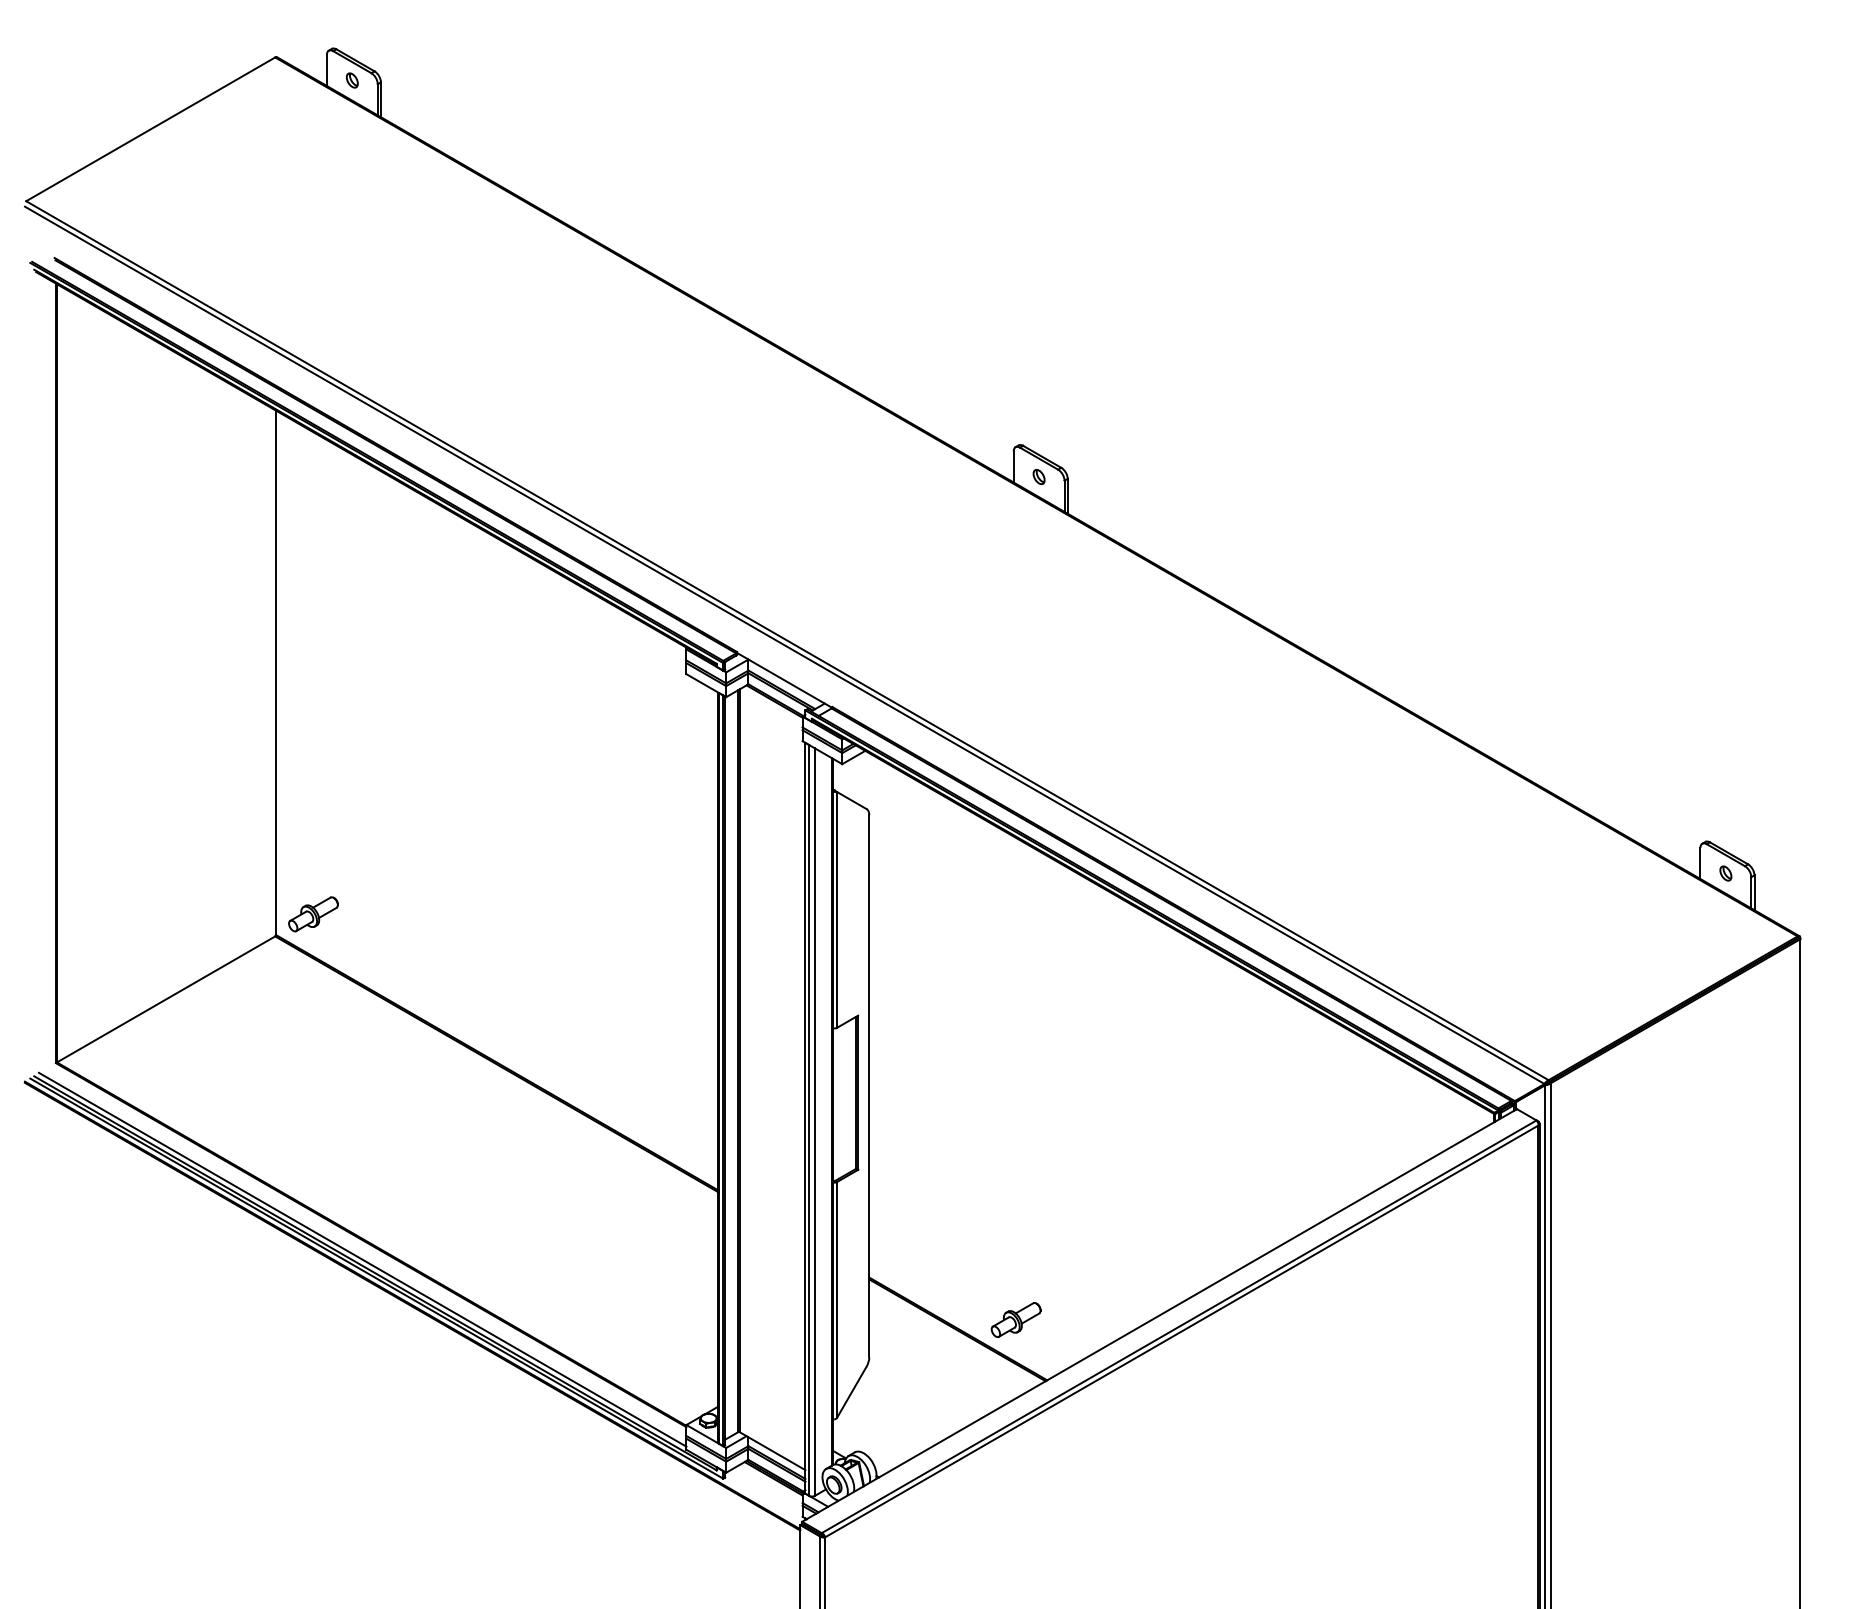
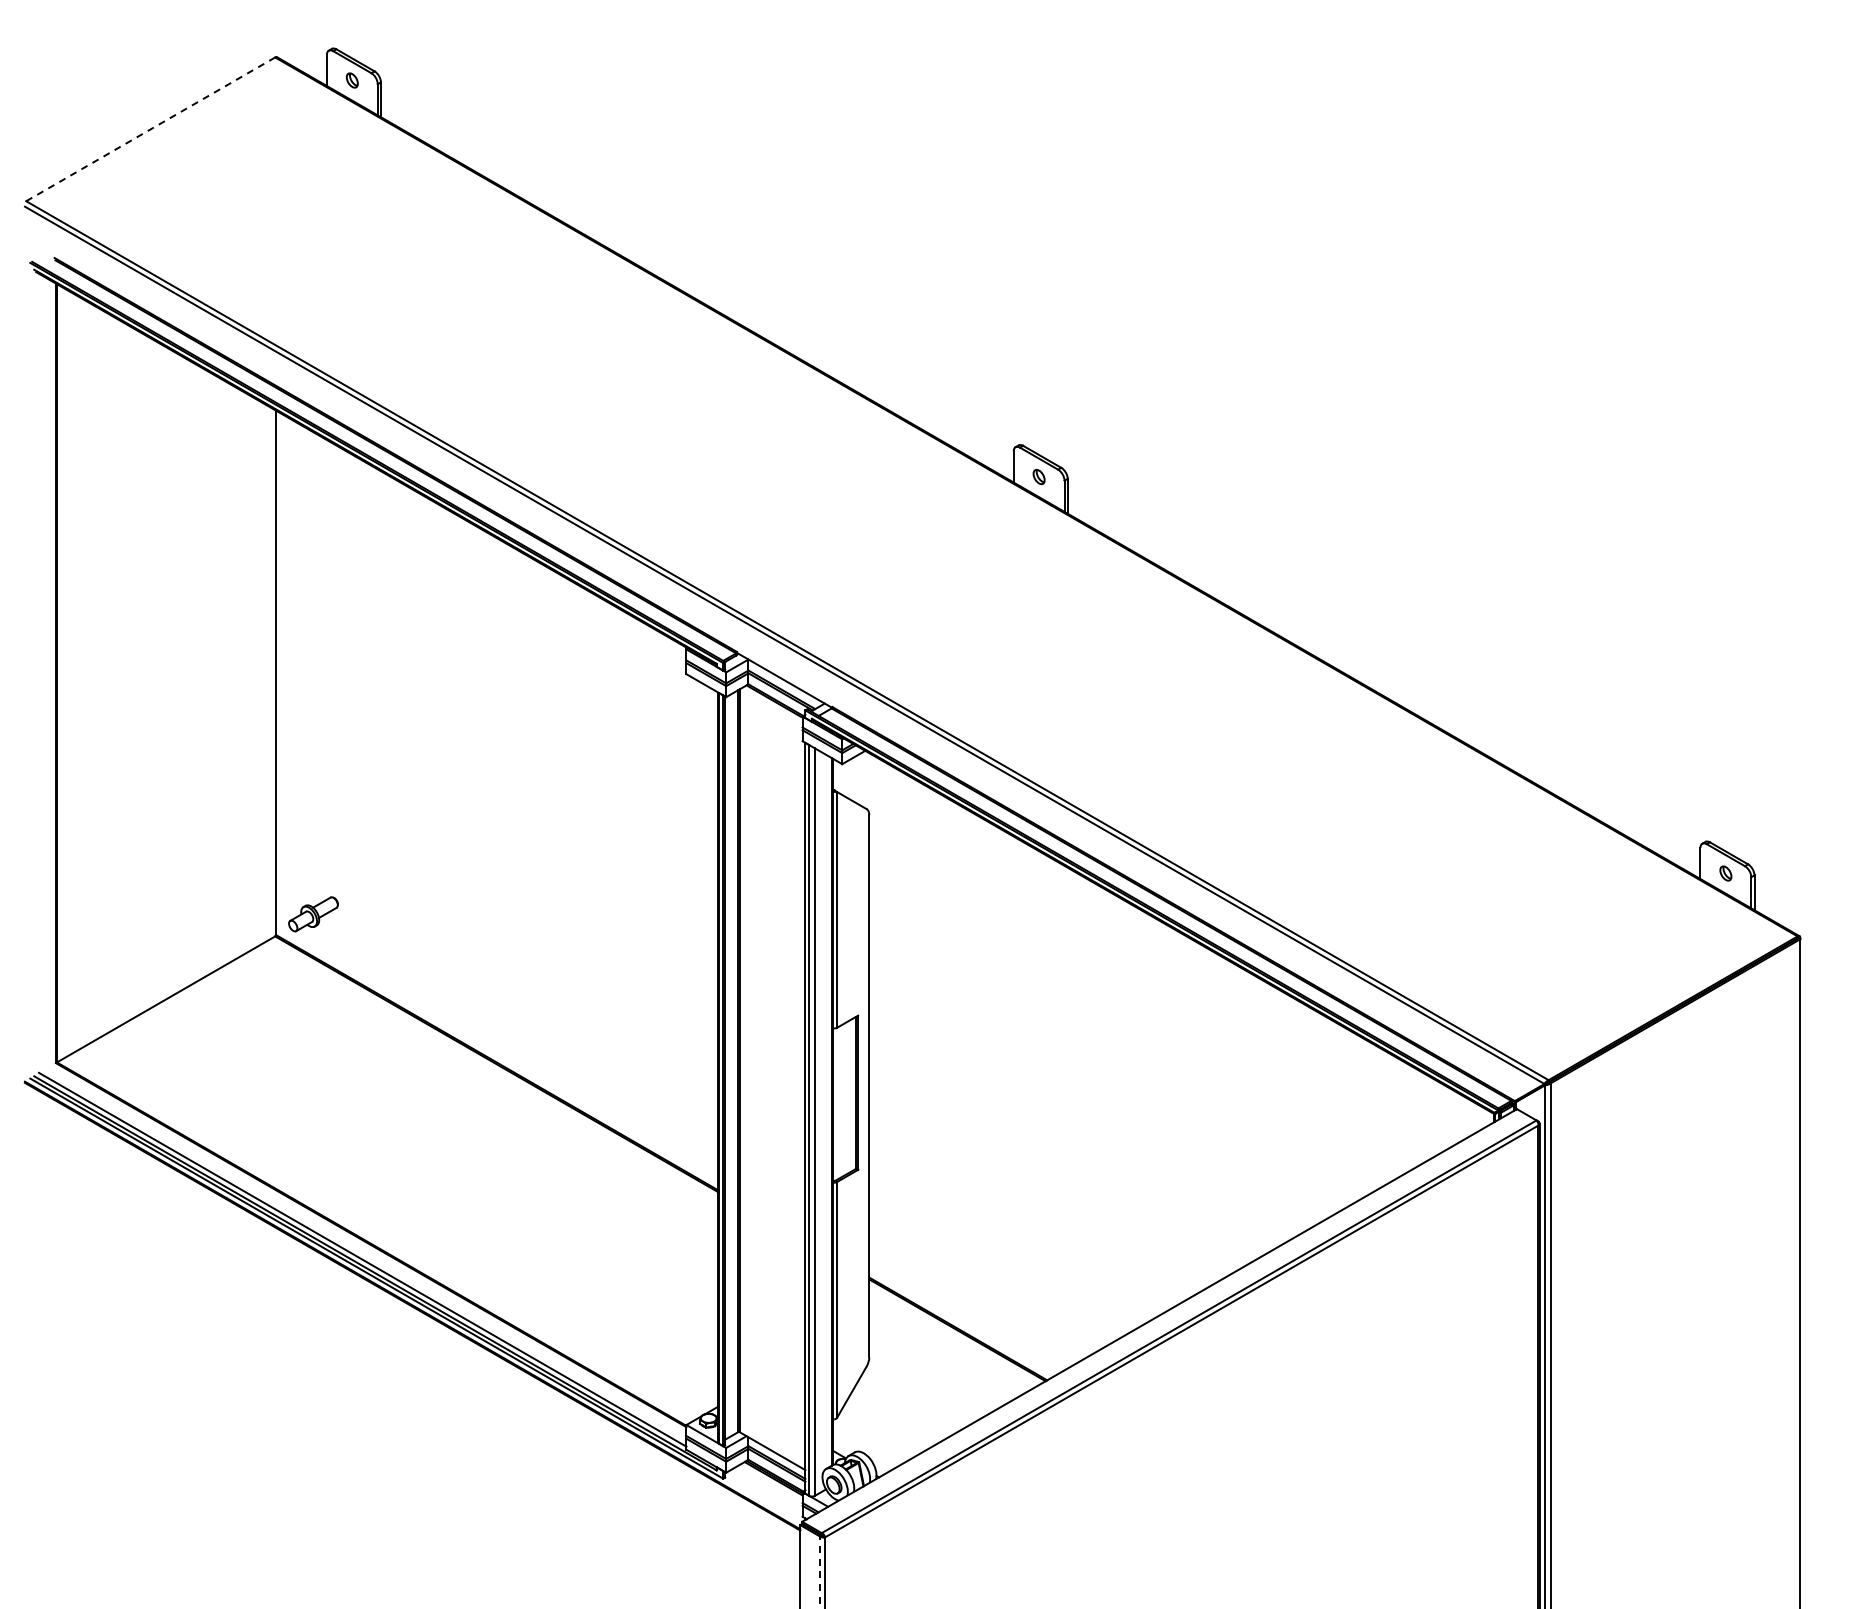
line at (150, 129): solid -> dashed
part at (1015, 1319): present -> none
line at (819, 1572): solid -> dashed
